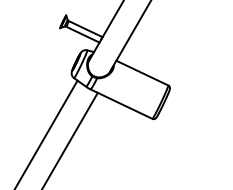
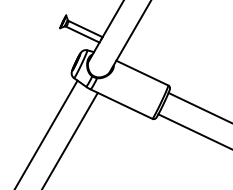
line at (198, 106): none -> present
line at (193, 131): none -> present
